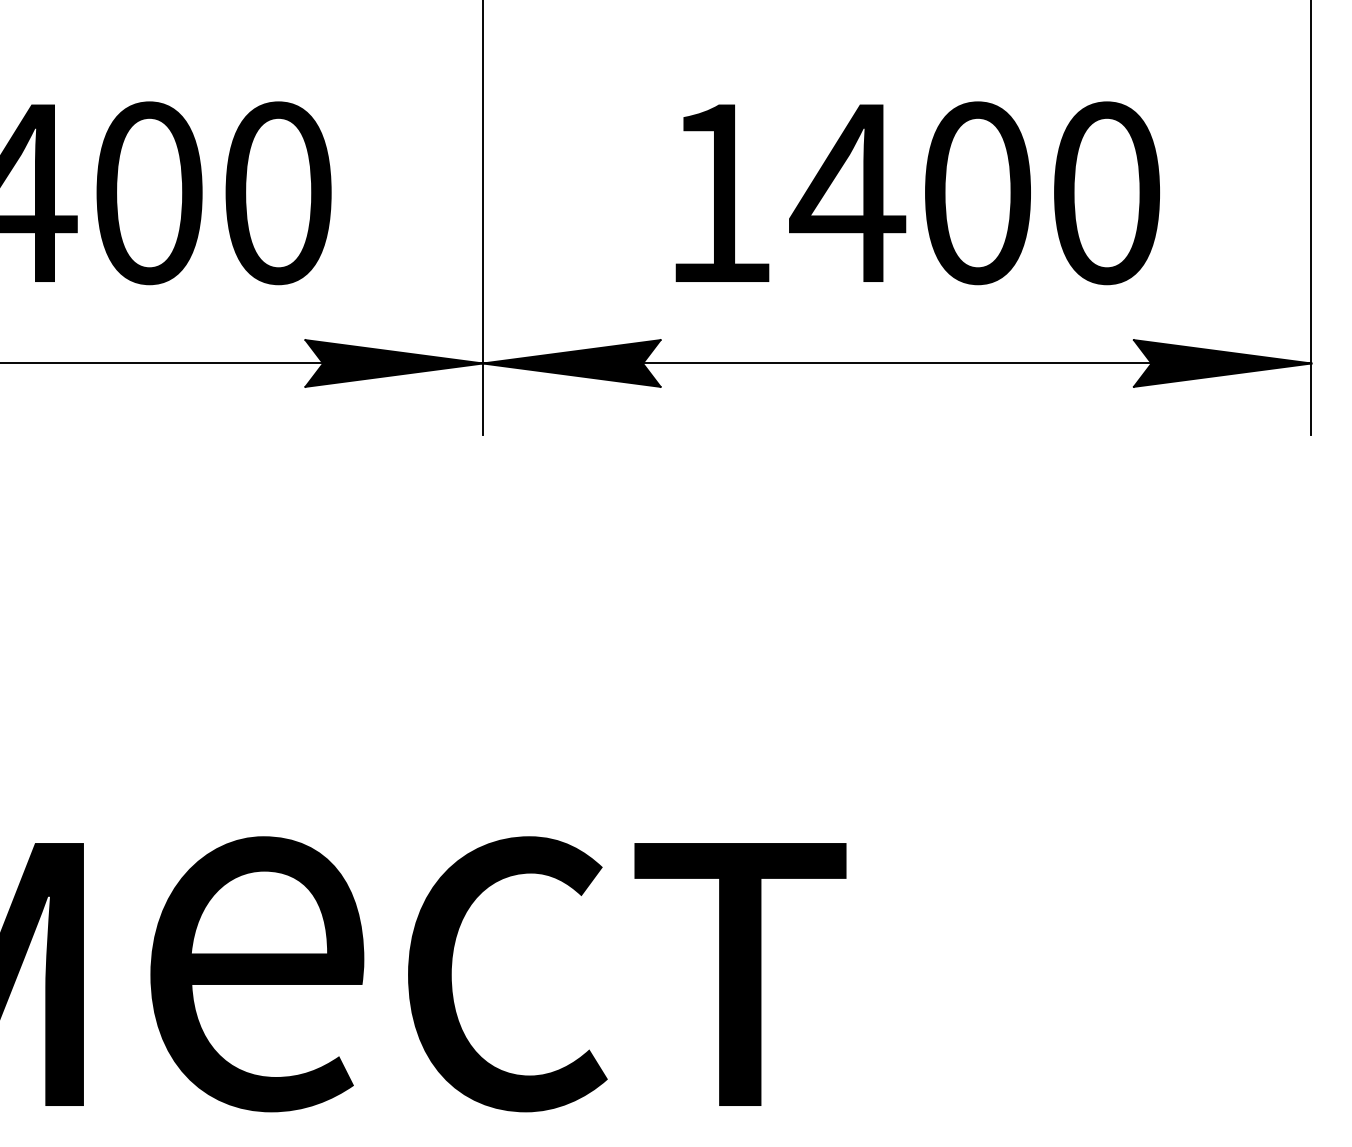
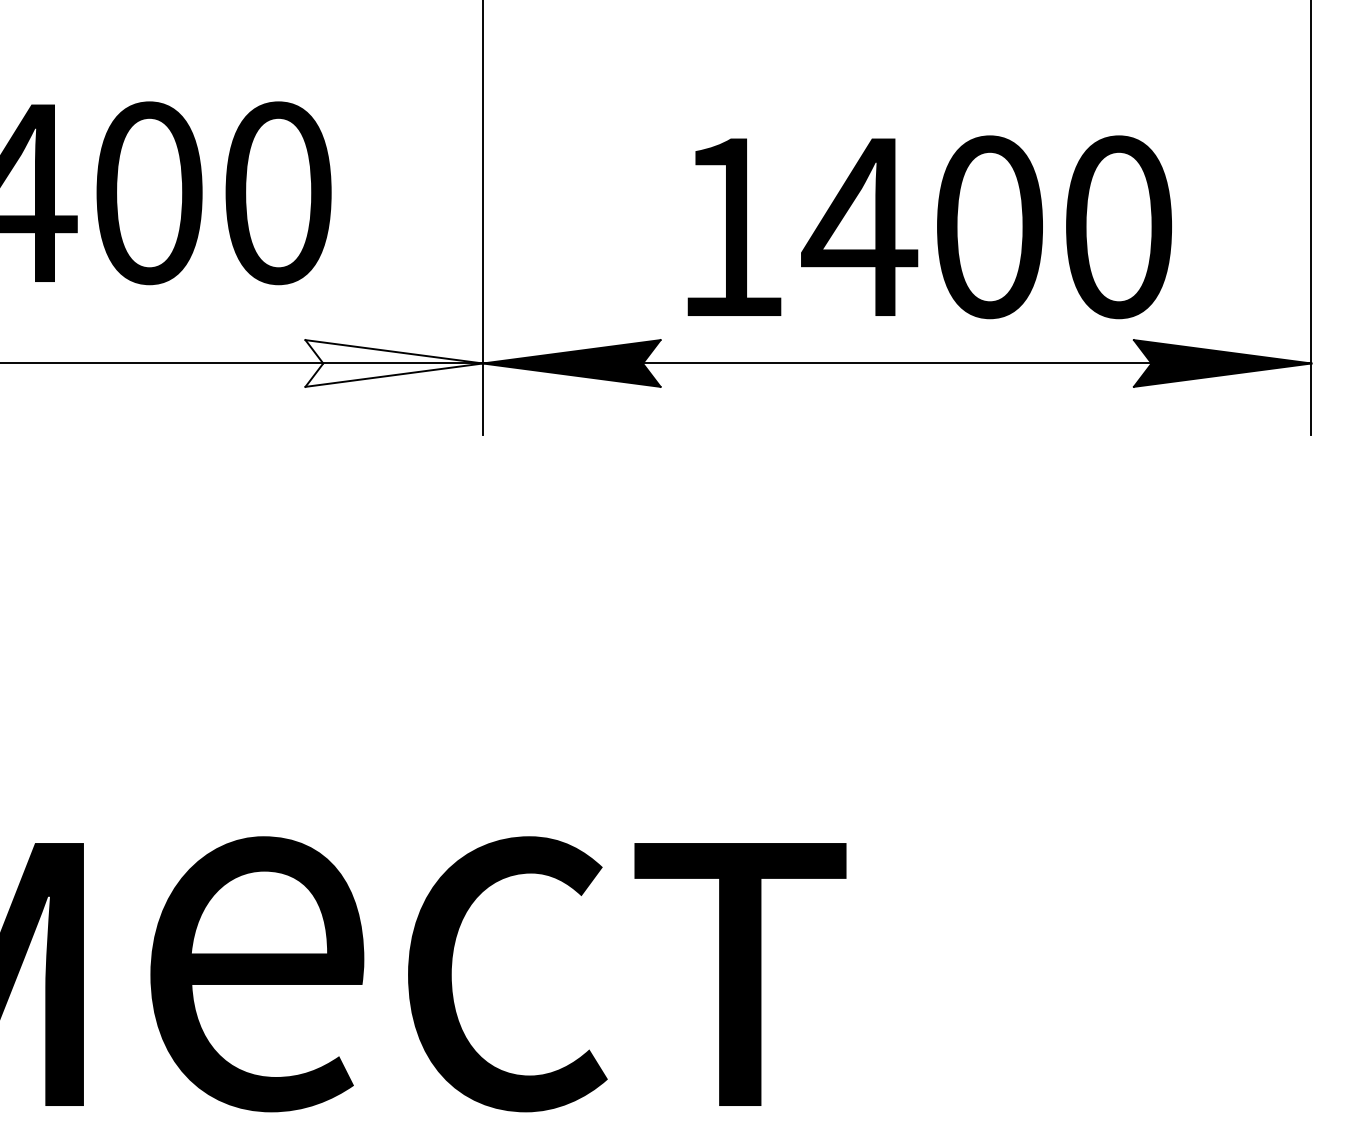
text at (917, 193) position: (917, 193) -> (929, 227)
fill at (394, 363): present -> none
